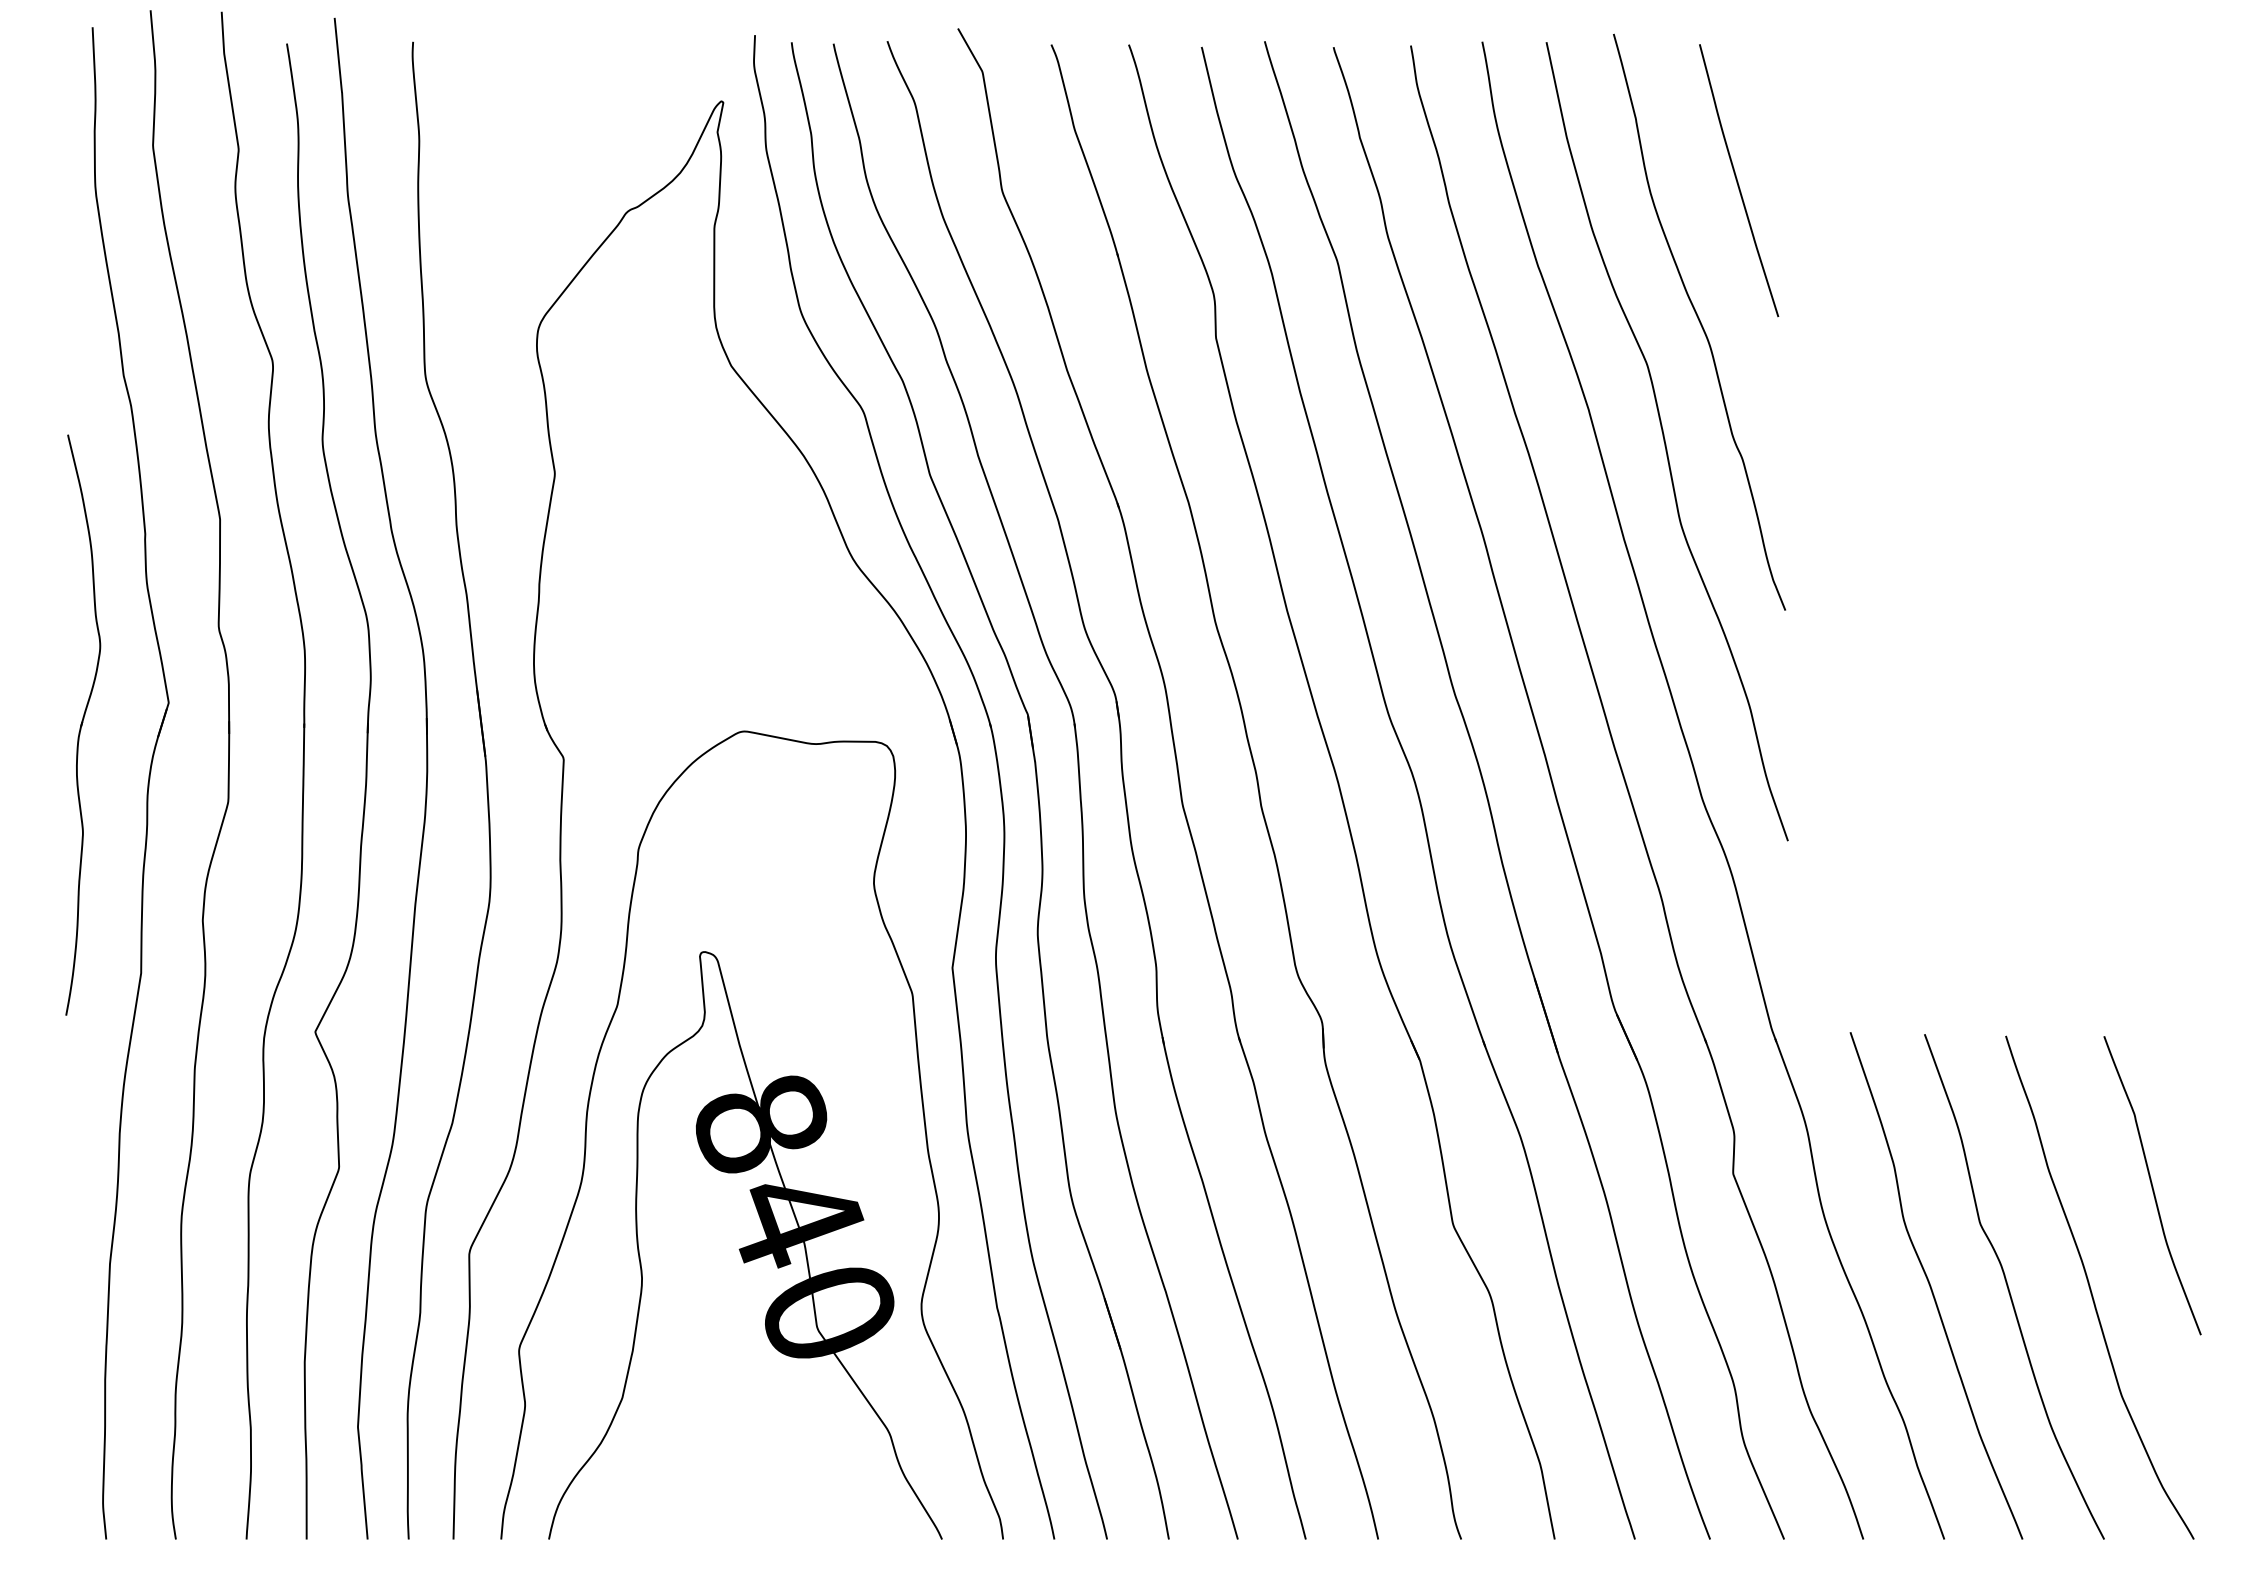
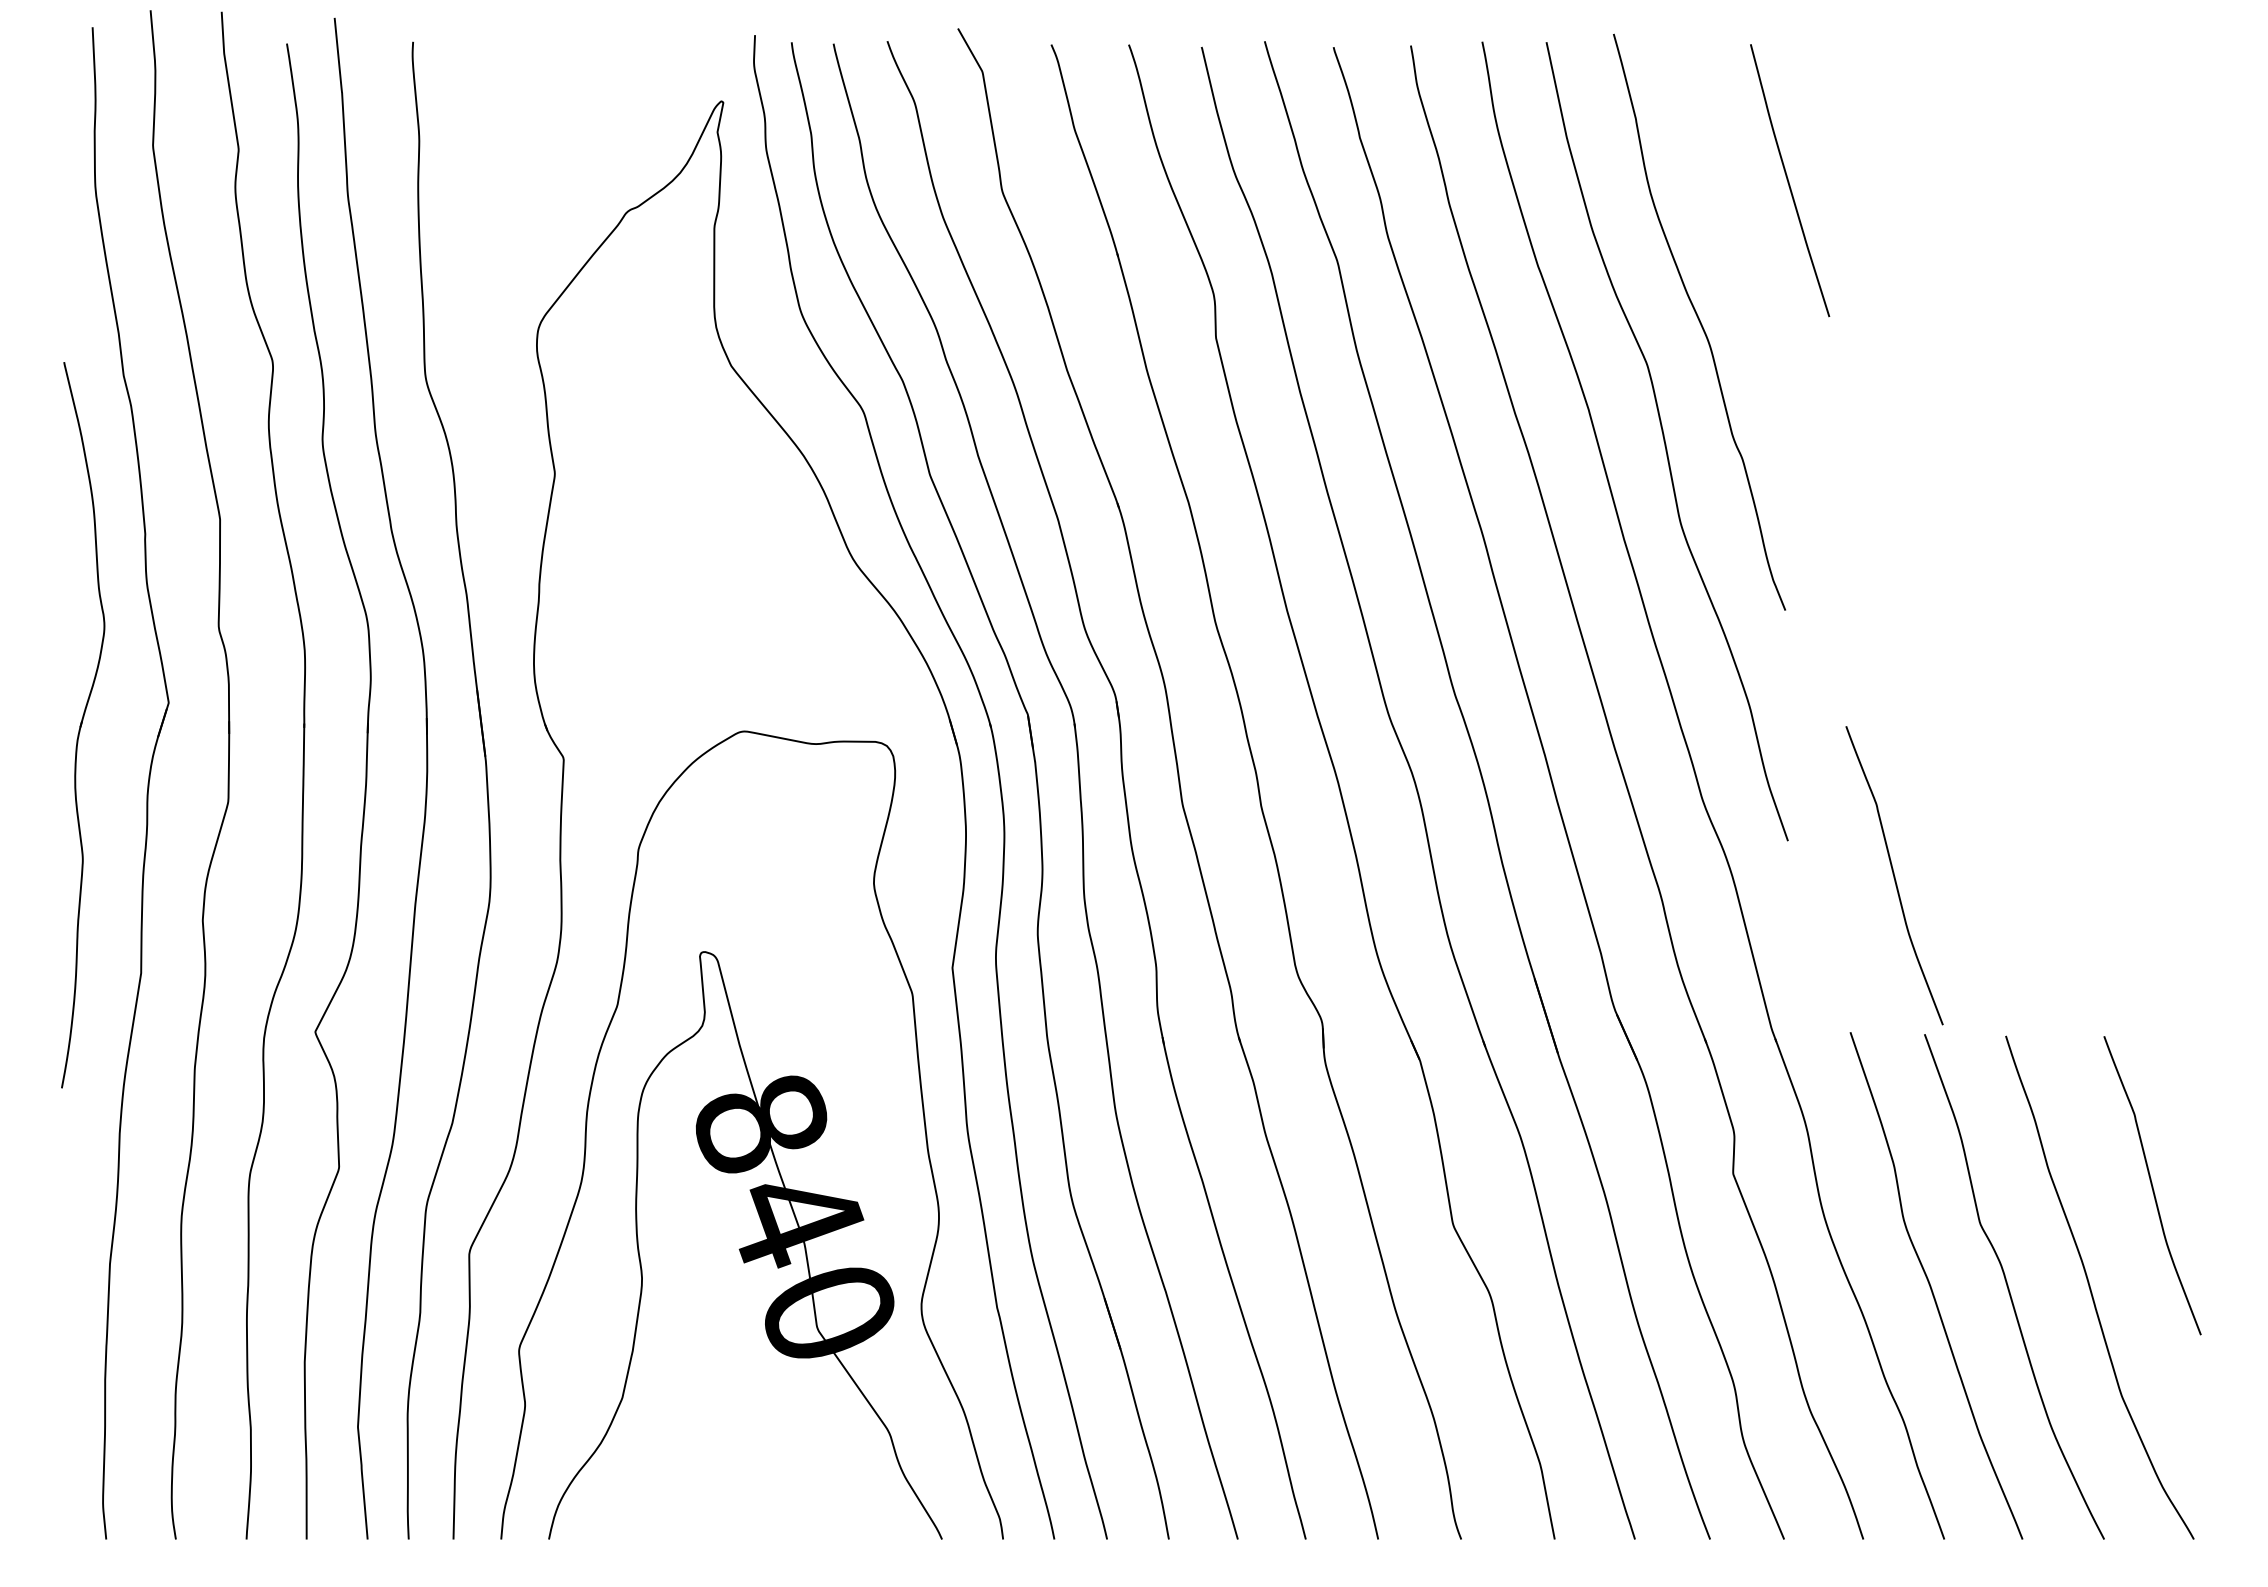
curve at (1738, 181) position: (1738, 181) -> (1789, 181)
part at (83, 724) size: 37x582 px -> 45x727 px
curve at (1894, 875): none -> present
